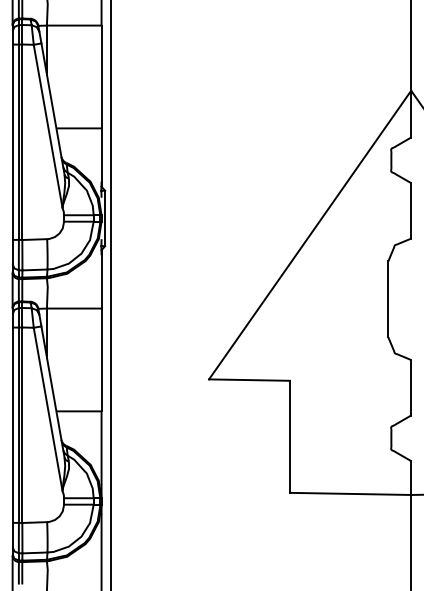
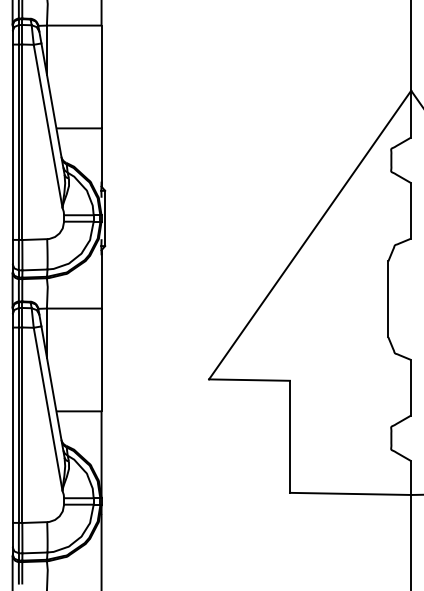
line at (110, 294): present -> none
